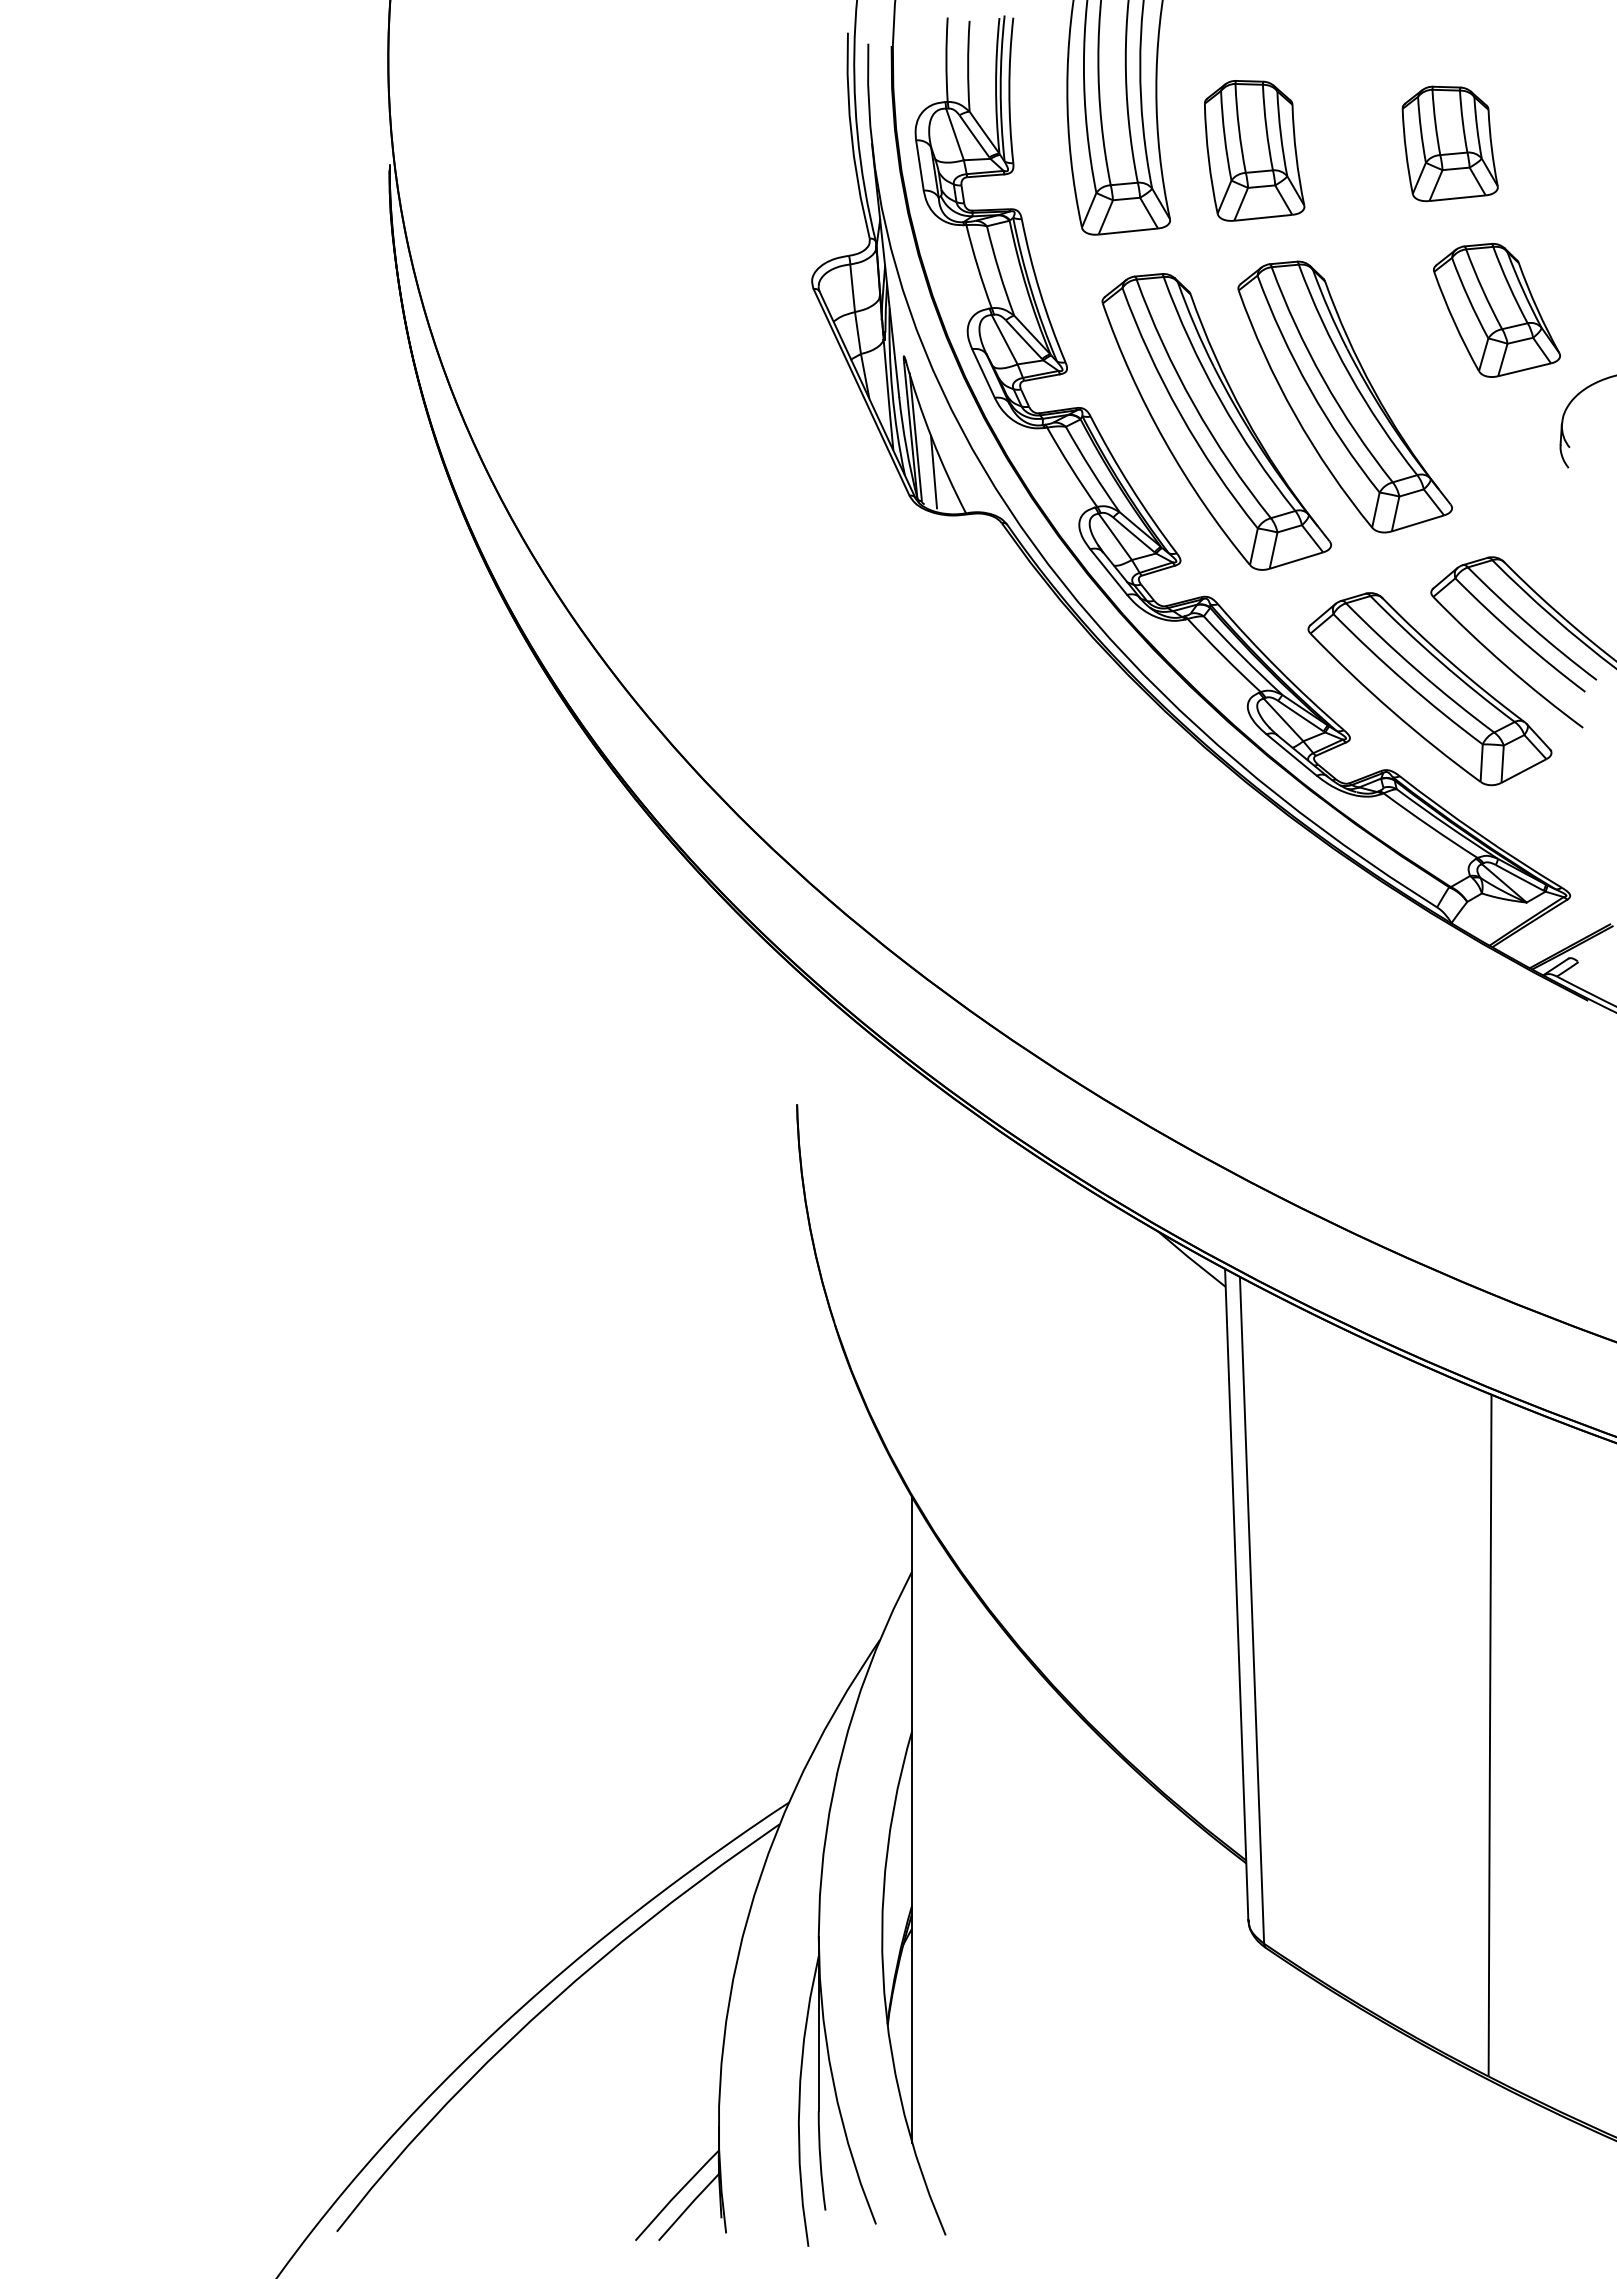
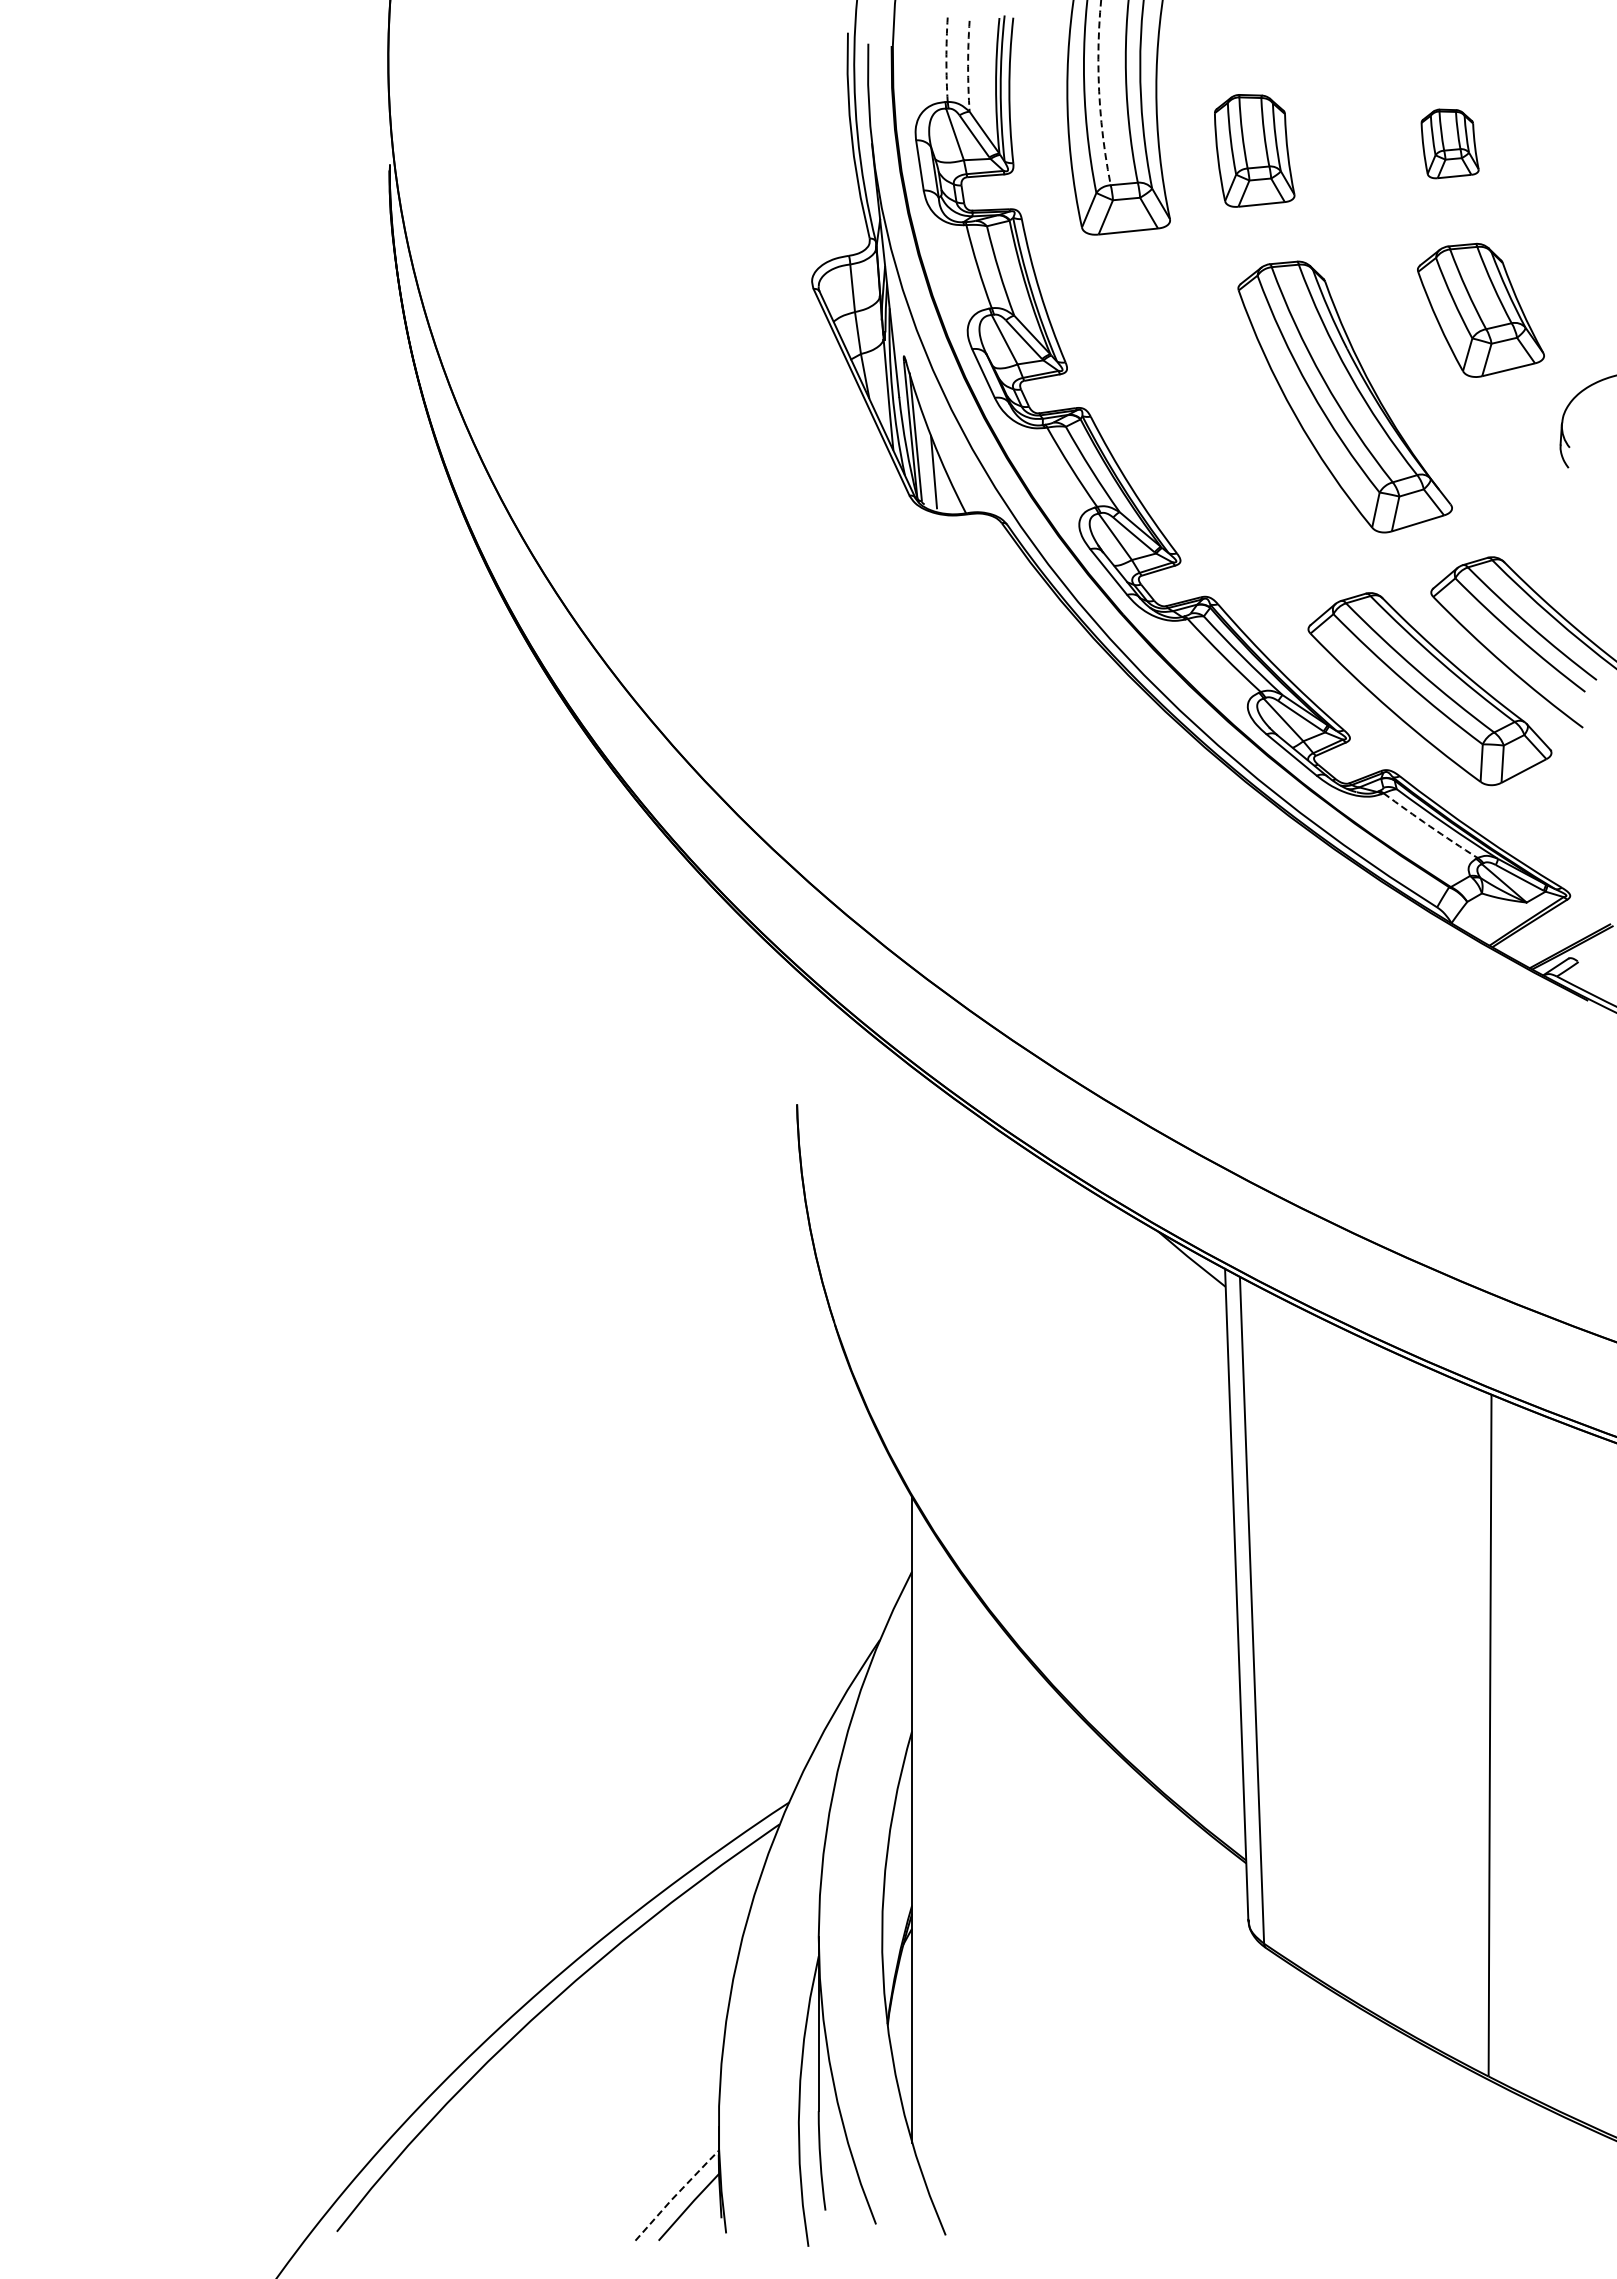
arc at (946, 59): solid -> dashed
arc at (968, 66): solid -> dashed
arc at (1099, 93): solid -> dashed
part at (1449, 143) size: 98x118 px -> 60x72 px
part at (1254, 150) size: 102x142 px -> 82x114 px
part at (1496, 309) position: (1496, 309) -> (1480, 309)
part at (1216, 421): present -> none
arc at (1430, 826): solid -> dashed
line at (676, 2194): solid -> dashed
